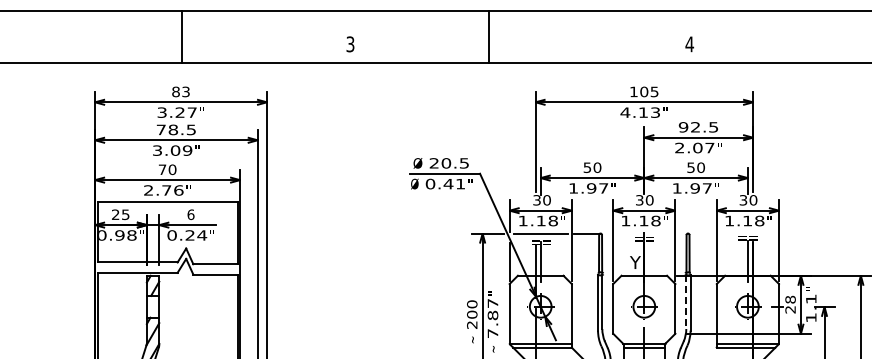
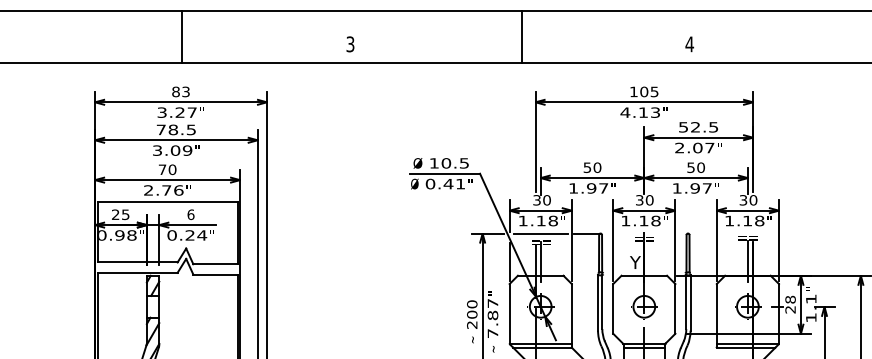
line at (488, 36) position: (488, 36) -> (521, 36)
text at (683, 127): 92.5 -> 52.5
text at (433, 163): 20.5 -> 10.5
line at (686, 302): dashed -> solid
